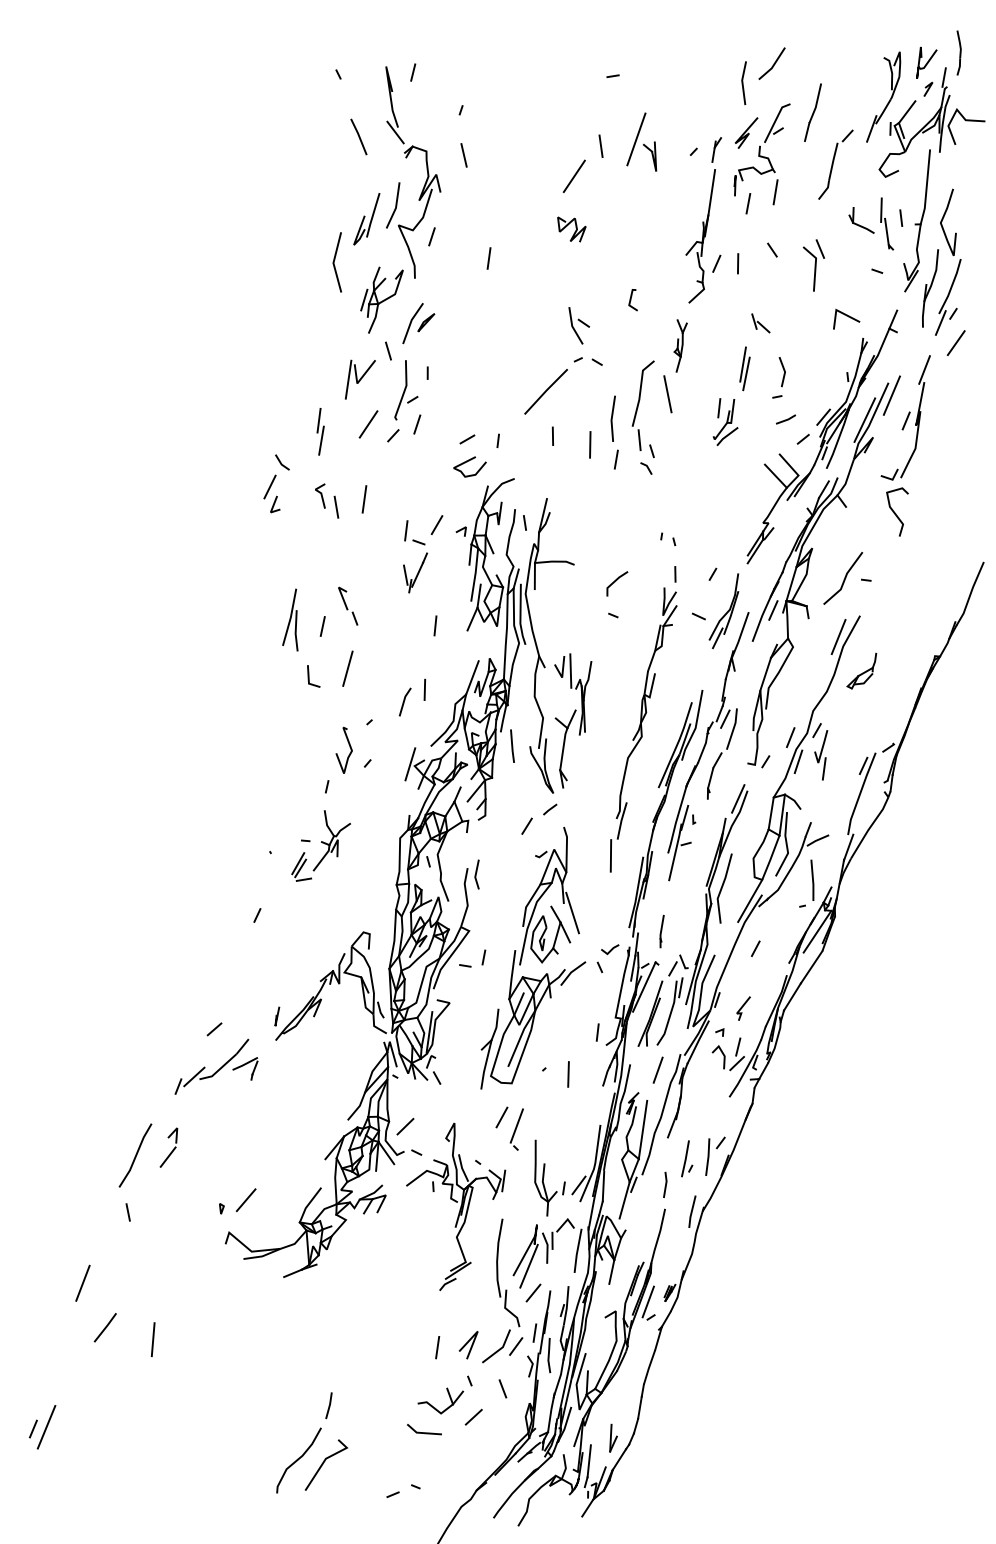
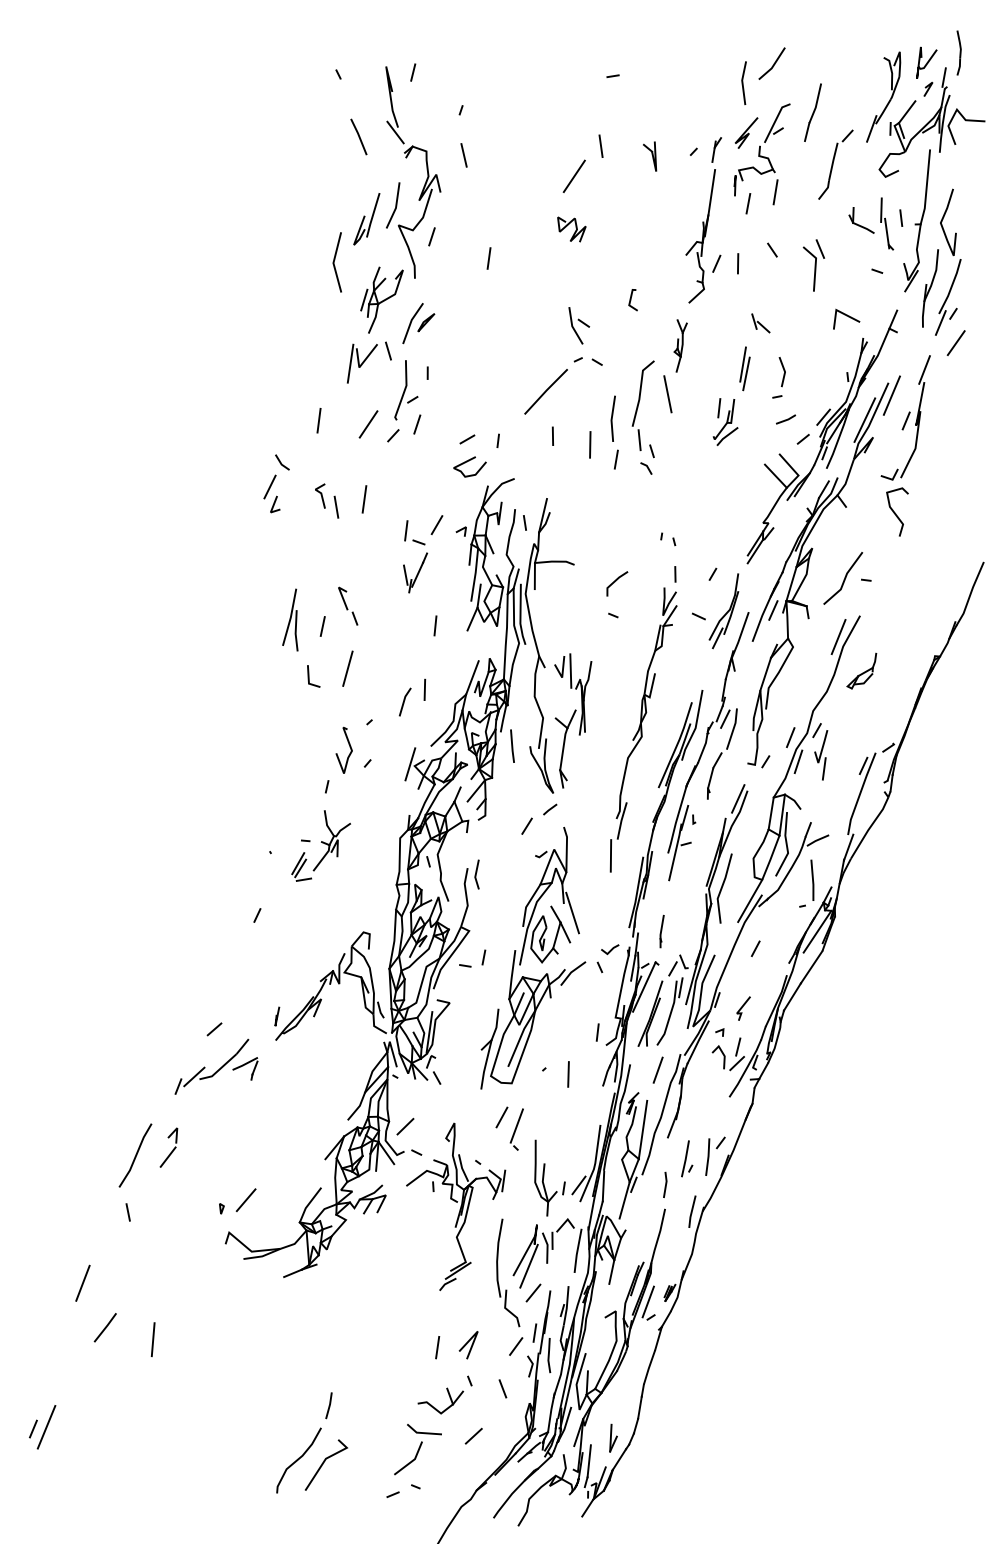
line at (636, 139): present -> none
part at (360, 379) position: (360, 379) -> (362, 363)
line at (321, 440): present -> none
line at (499, 1348) position: (499, 1348) -> (411, 1460)
line at (473, 1416) position: (473, 1416) -> (473, 1435)
